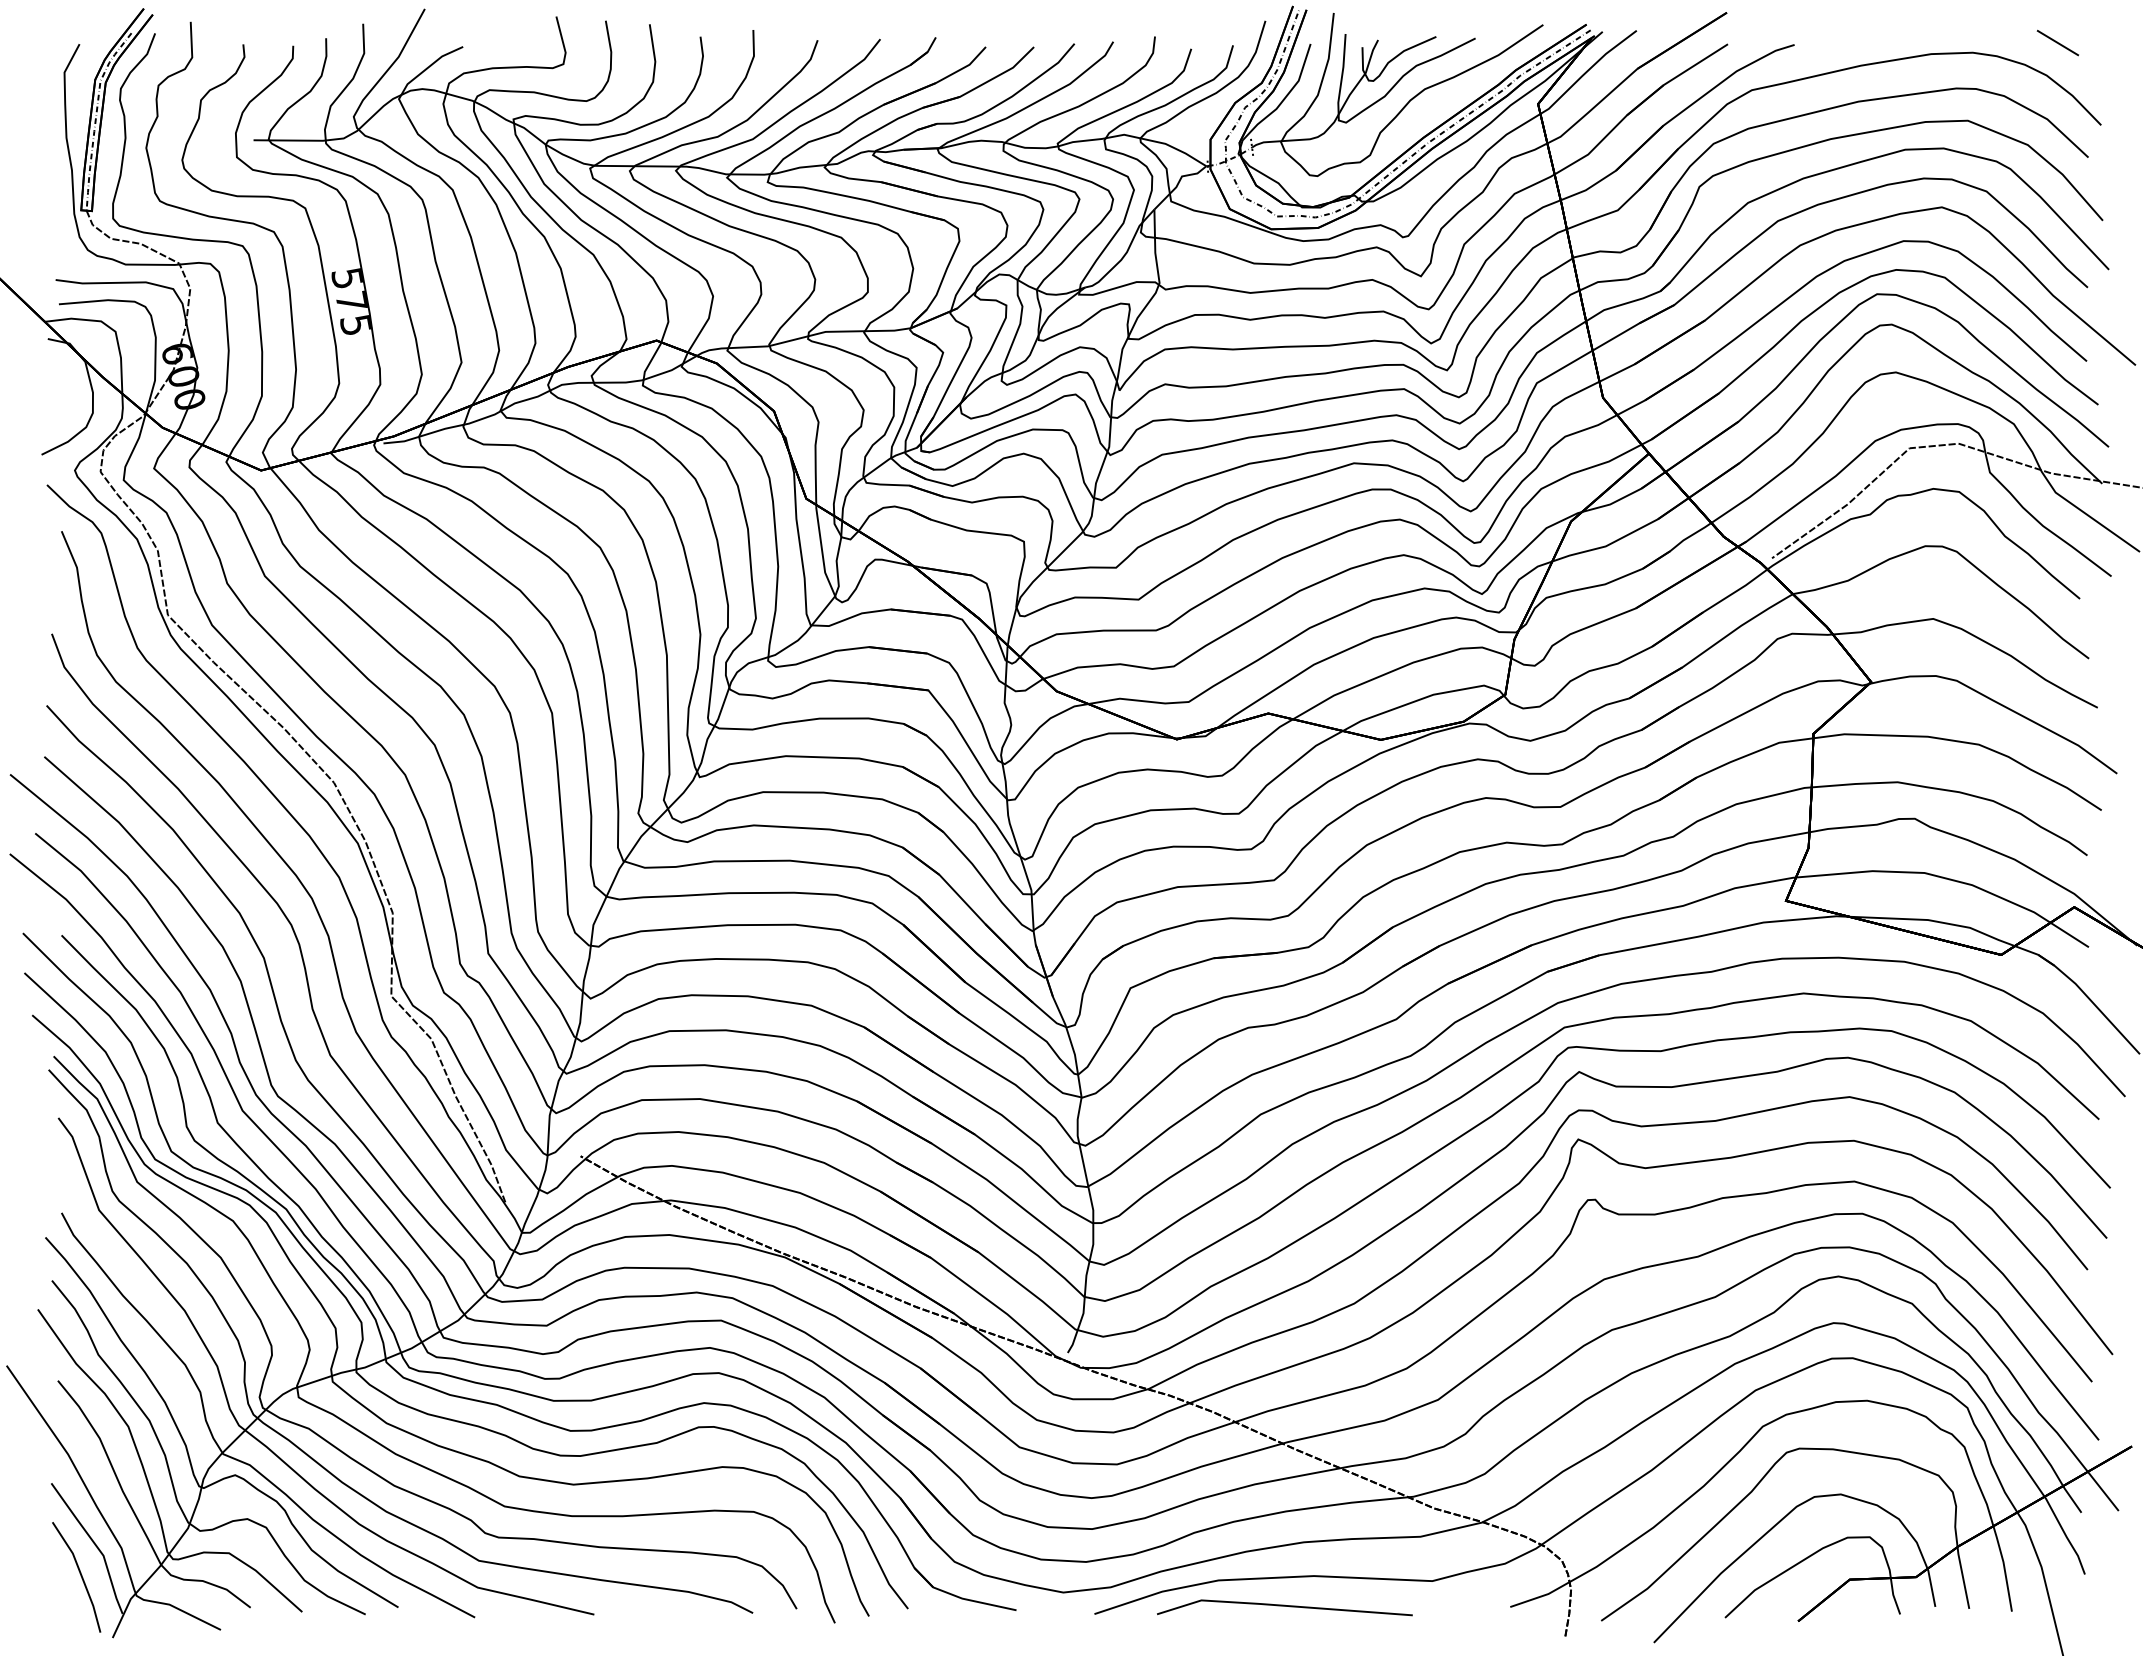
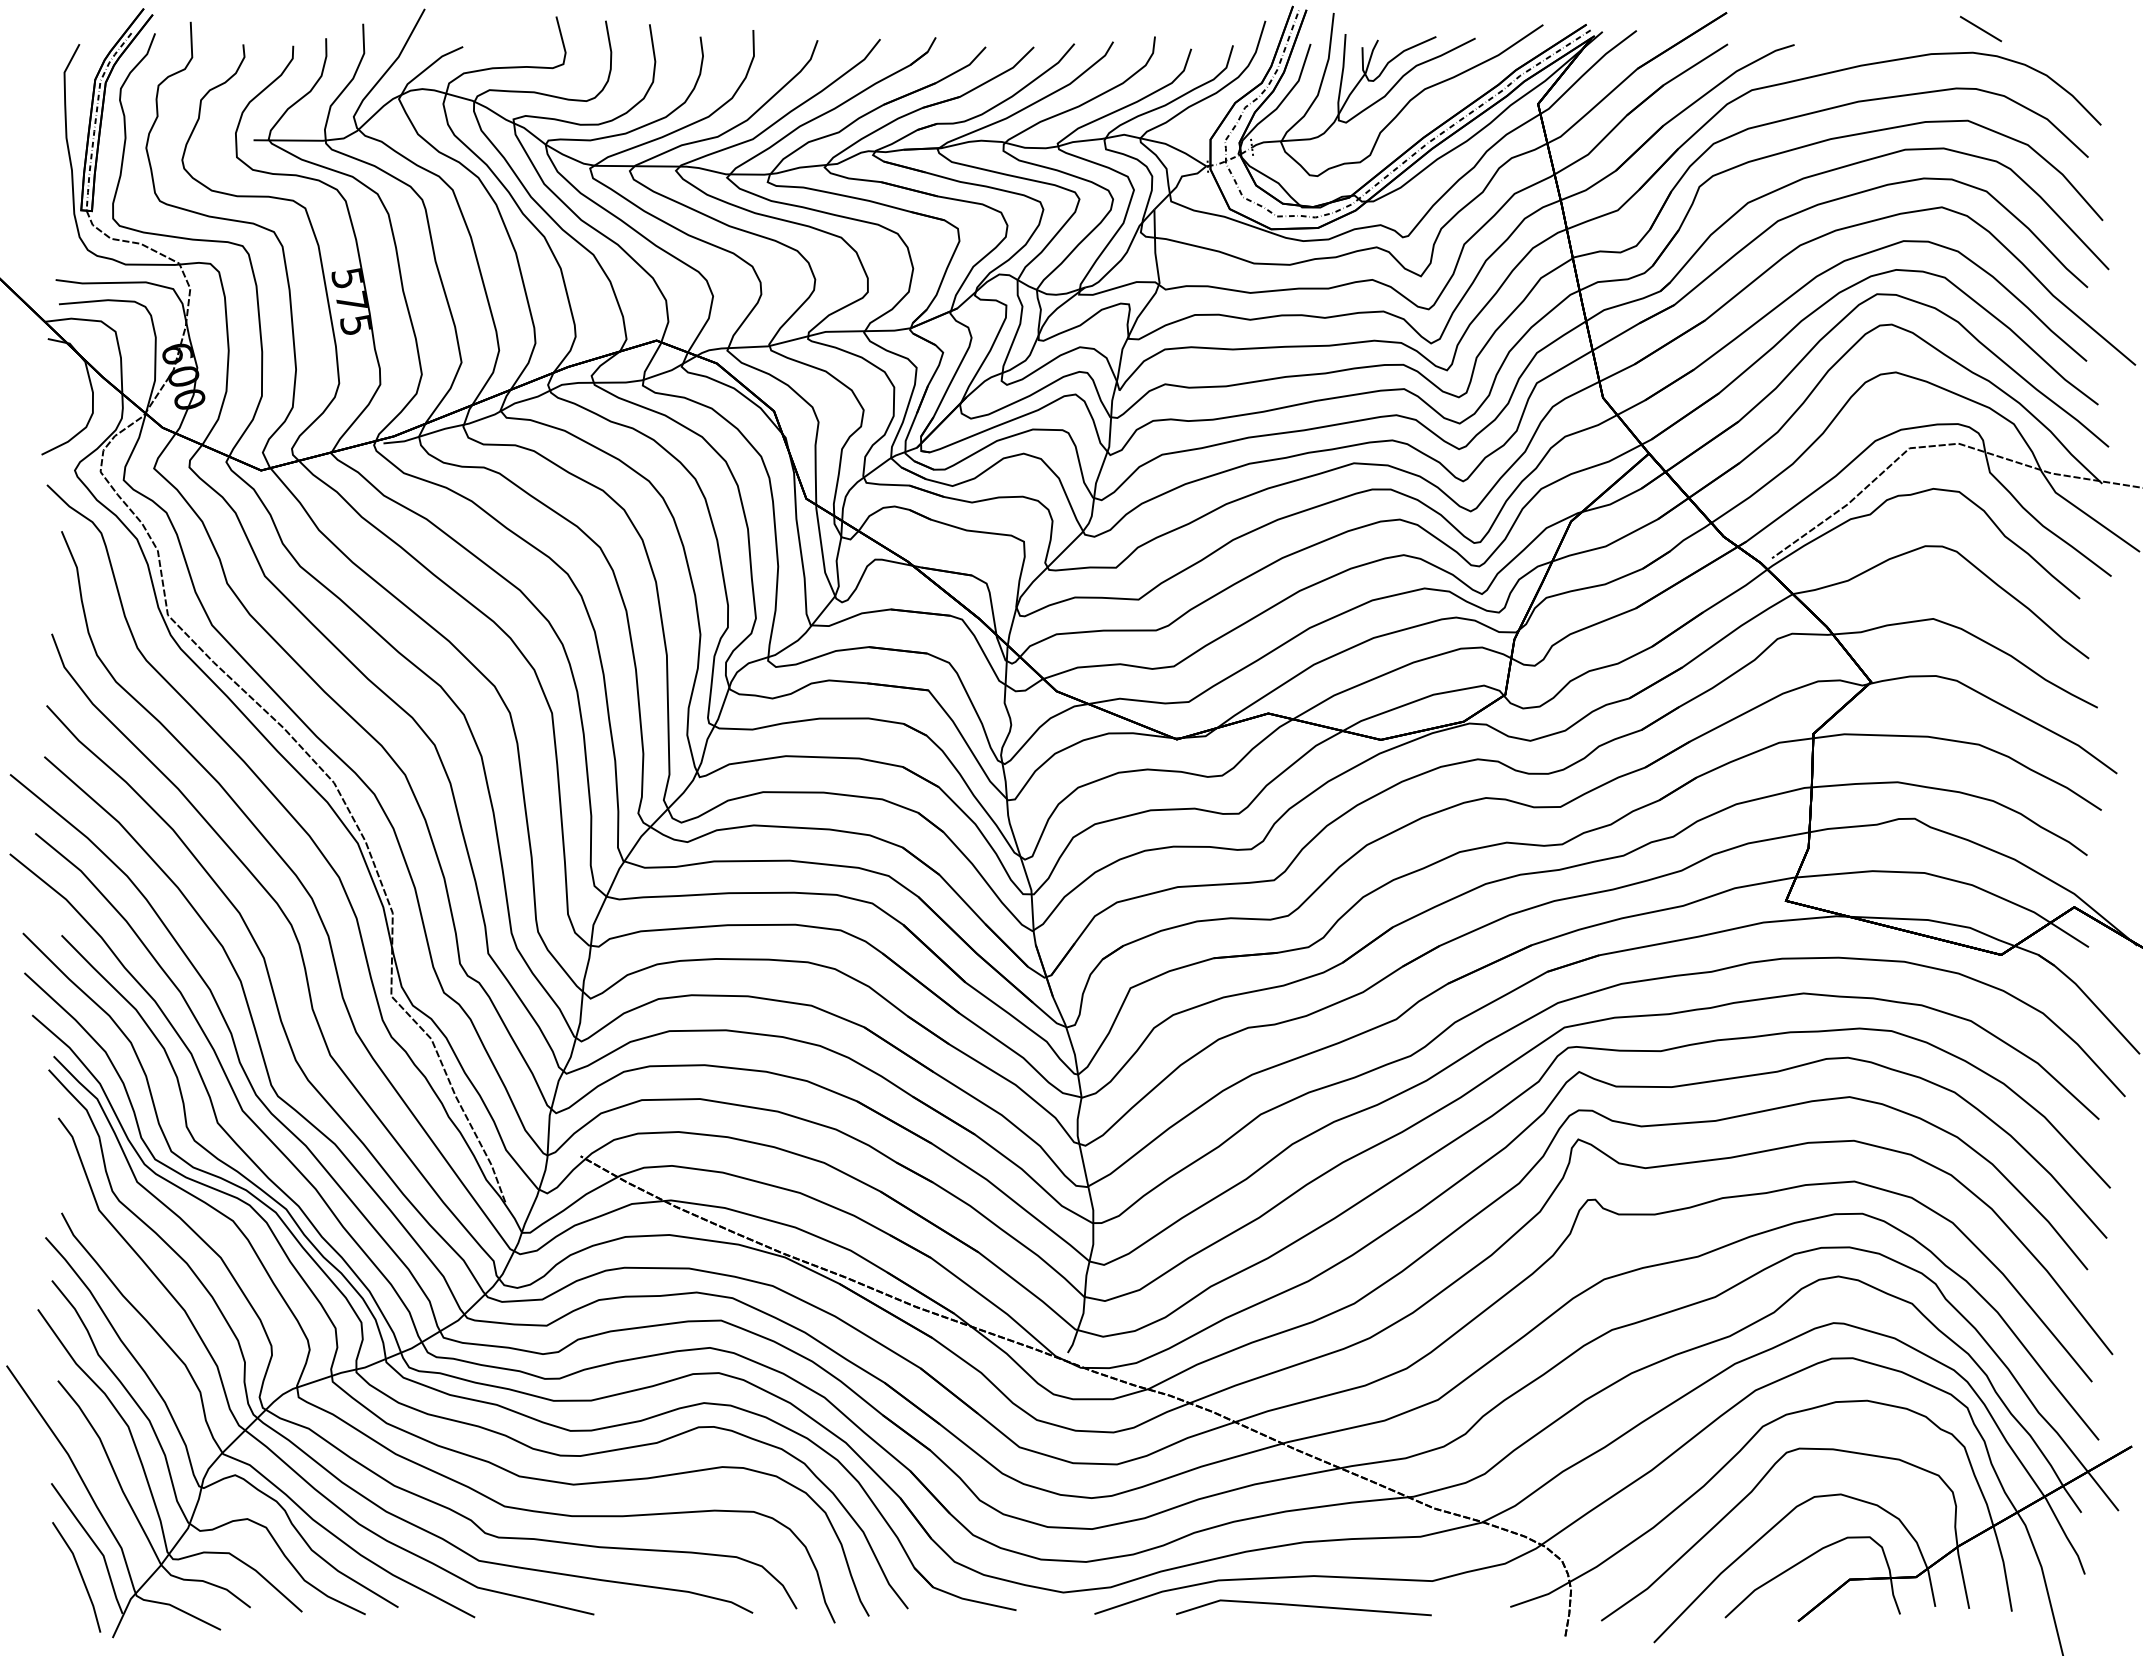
line at (2057, 42) position: (2057, 42) -> (1980, 28)
line at (1284, 1606) position: (1284, 1606) -> (1303, 1606)
